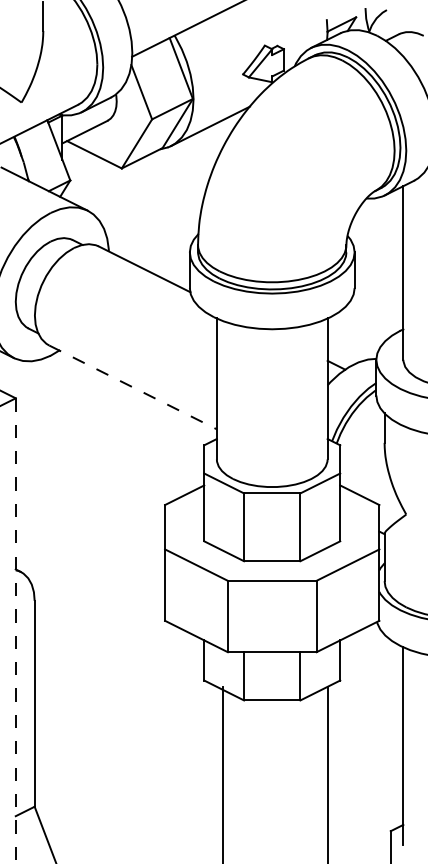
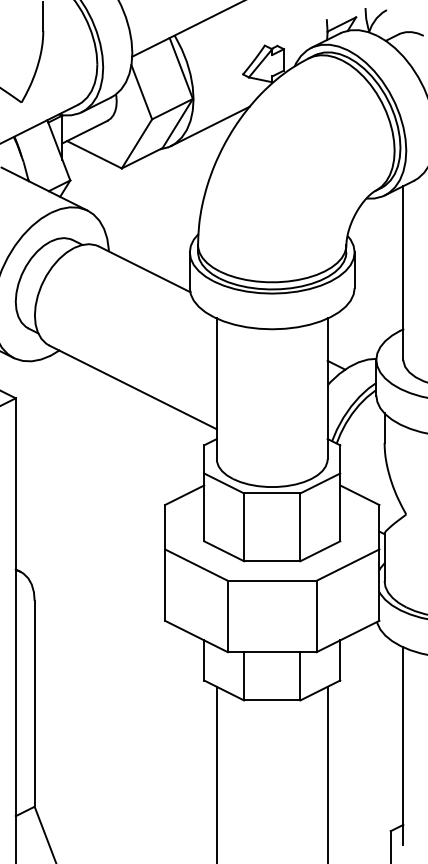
line at (133, 387): dashed -> solid
line at (15, 631): dashed -> solid
line at (222, 773) position: (222, 773) -> (216, 773)
